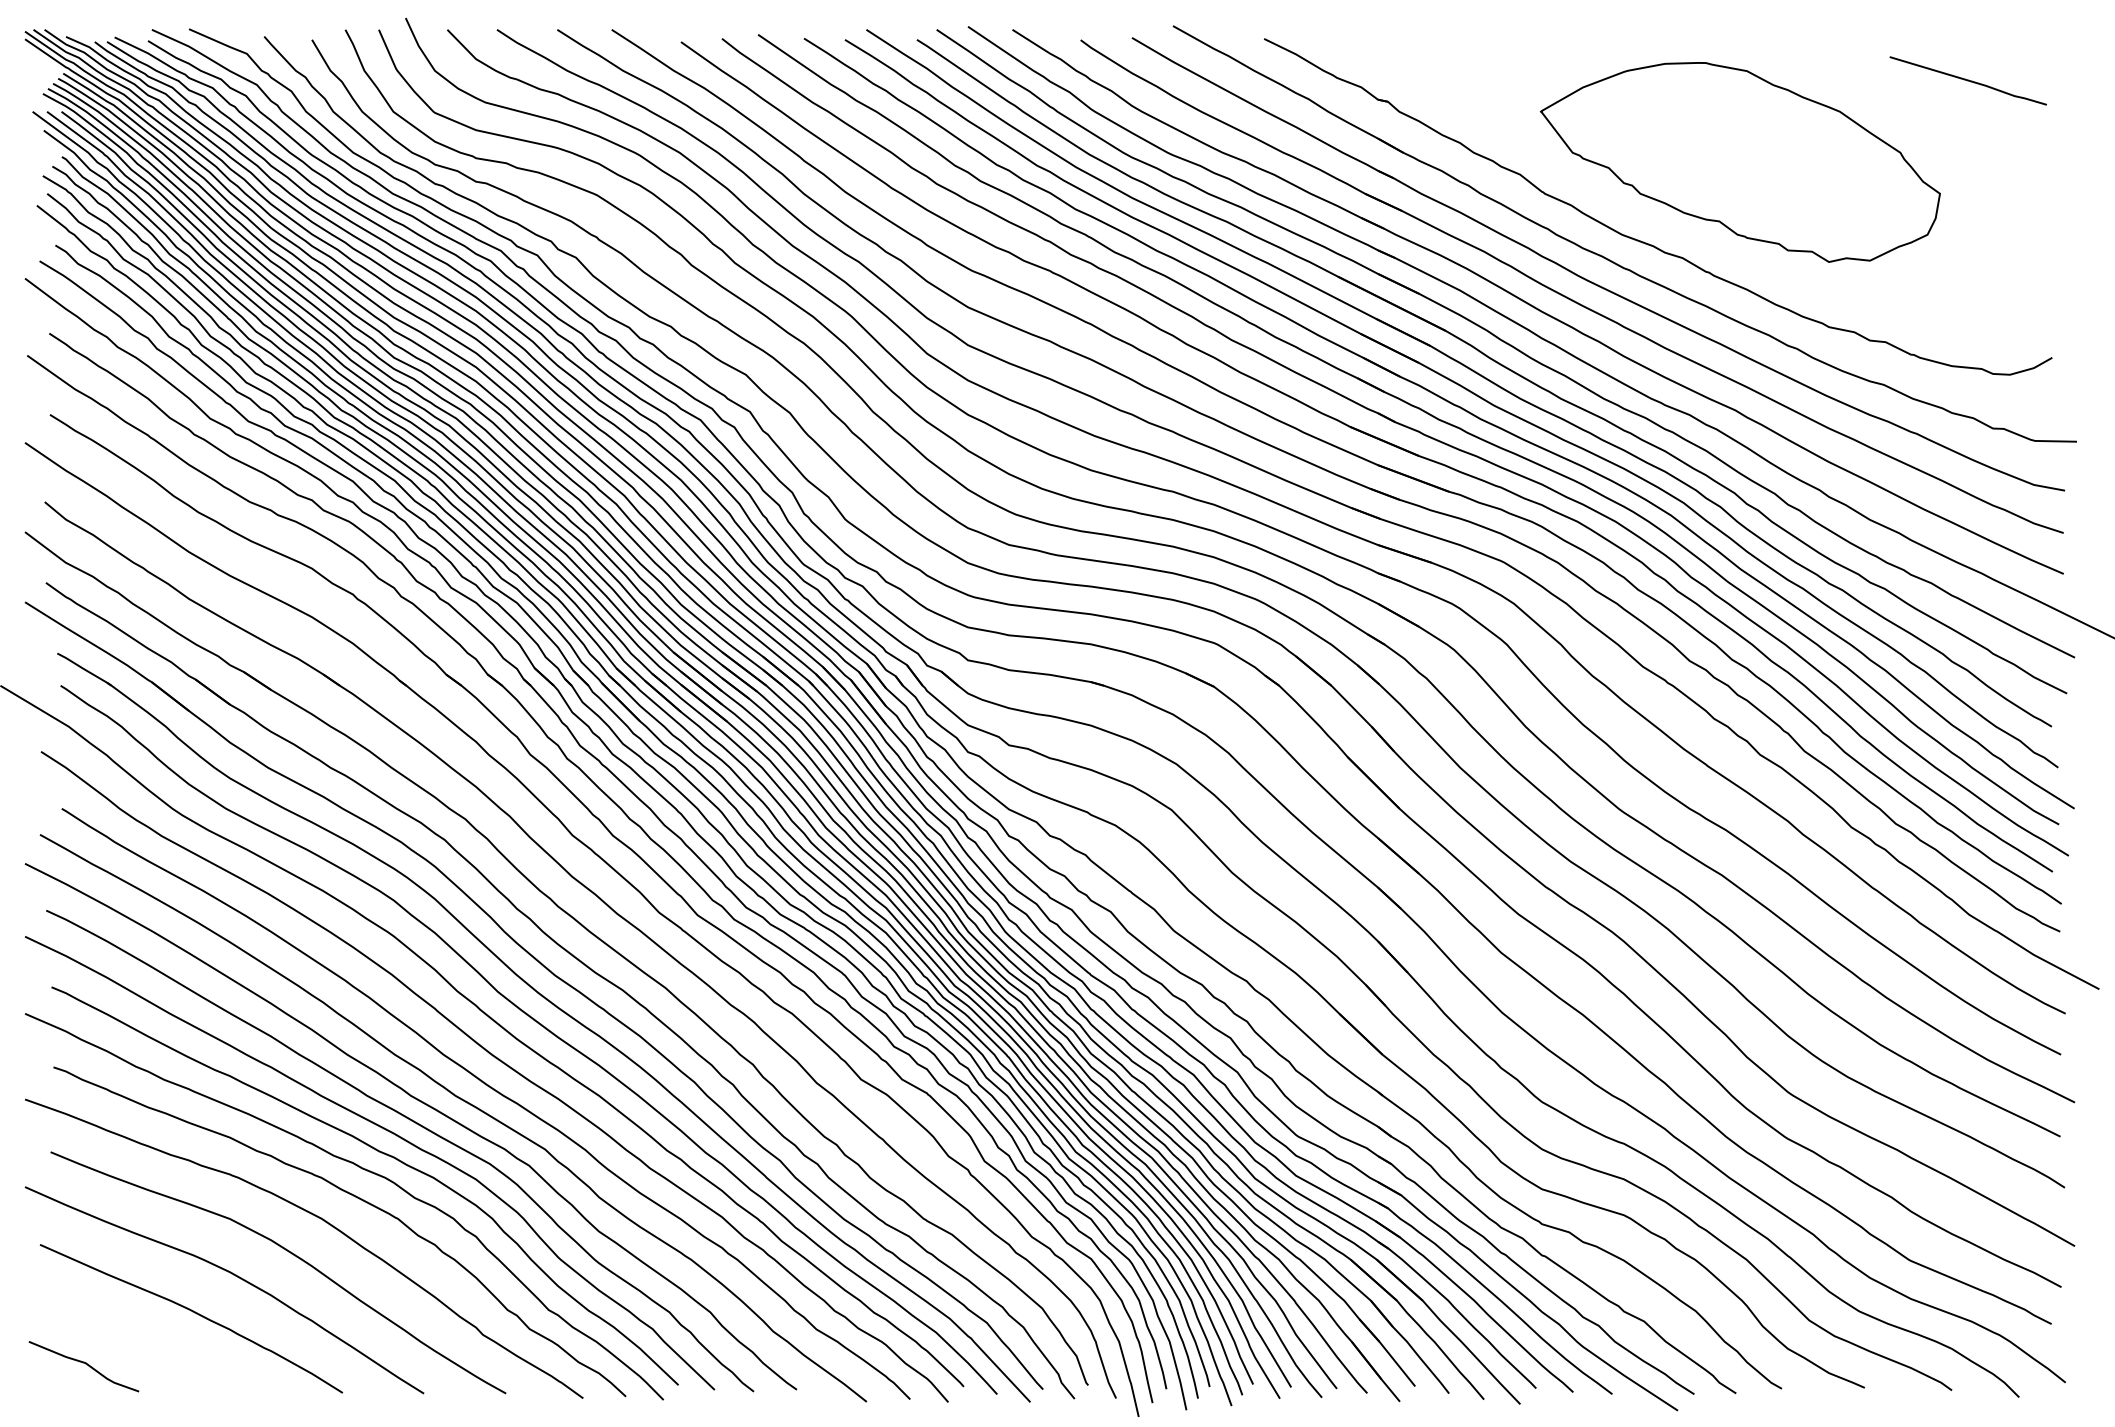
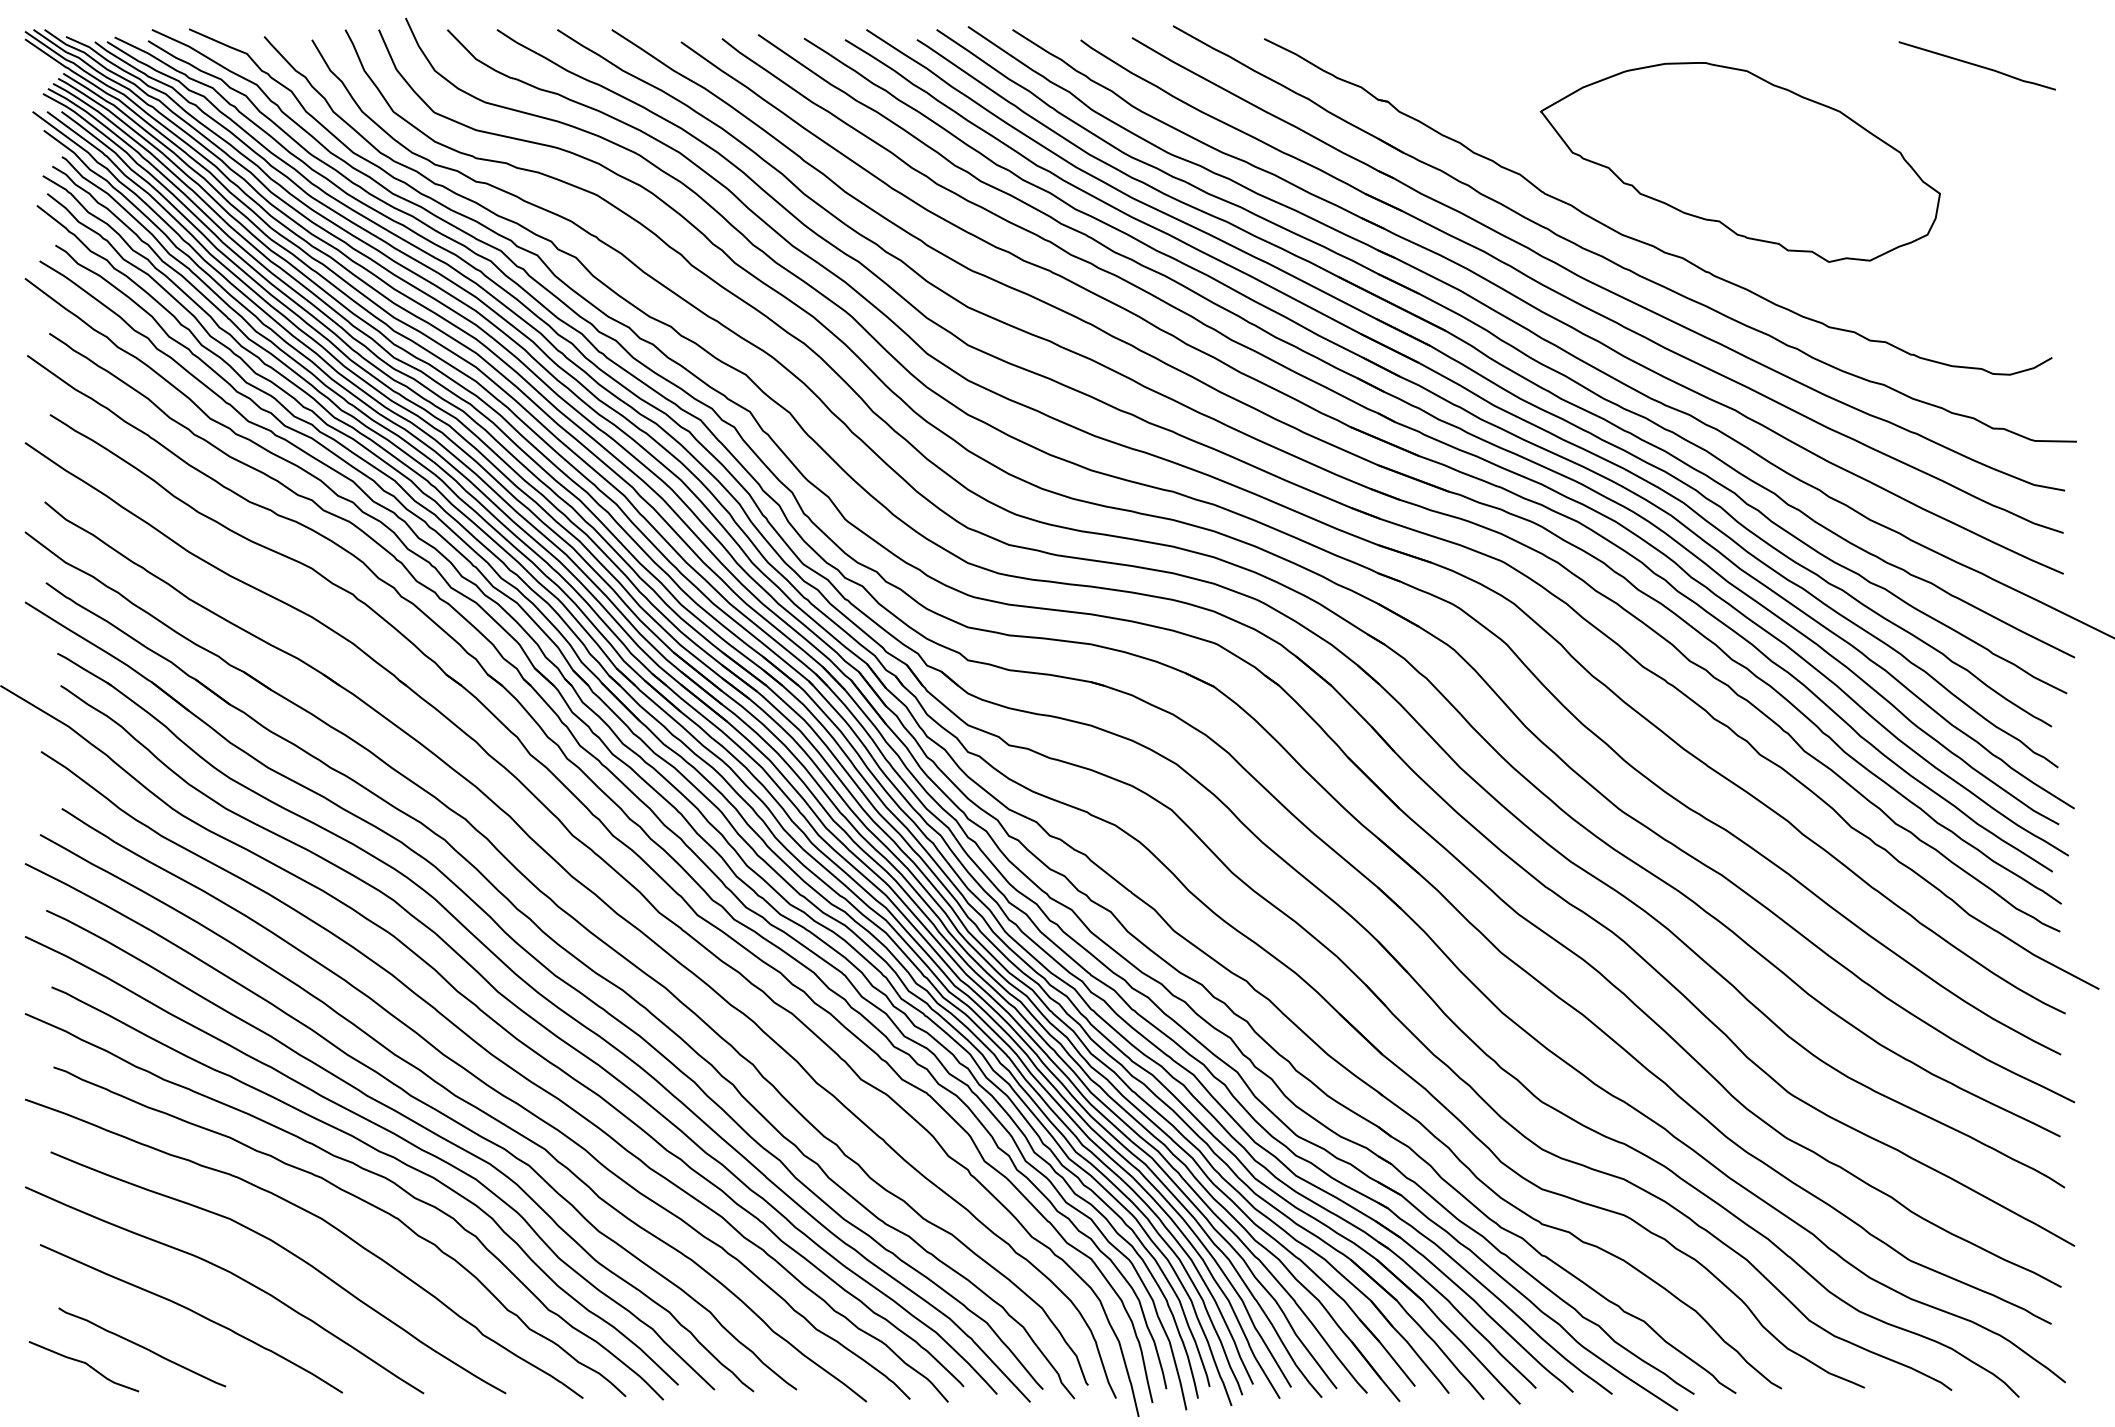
line at (1967, 80) position: (1967, 80) -> (1976, 65)
curve at (142, 1347): none -> present
